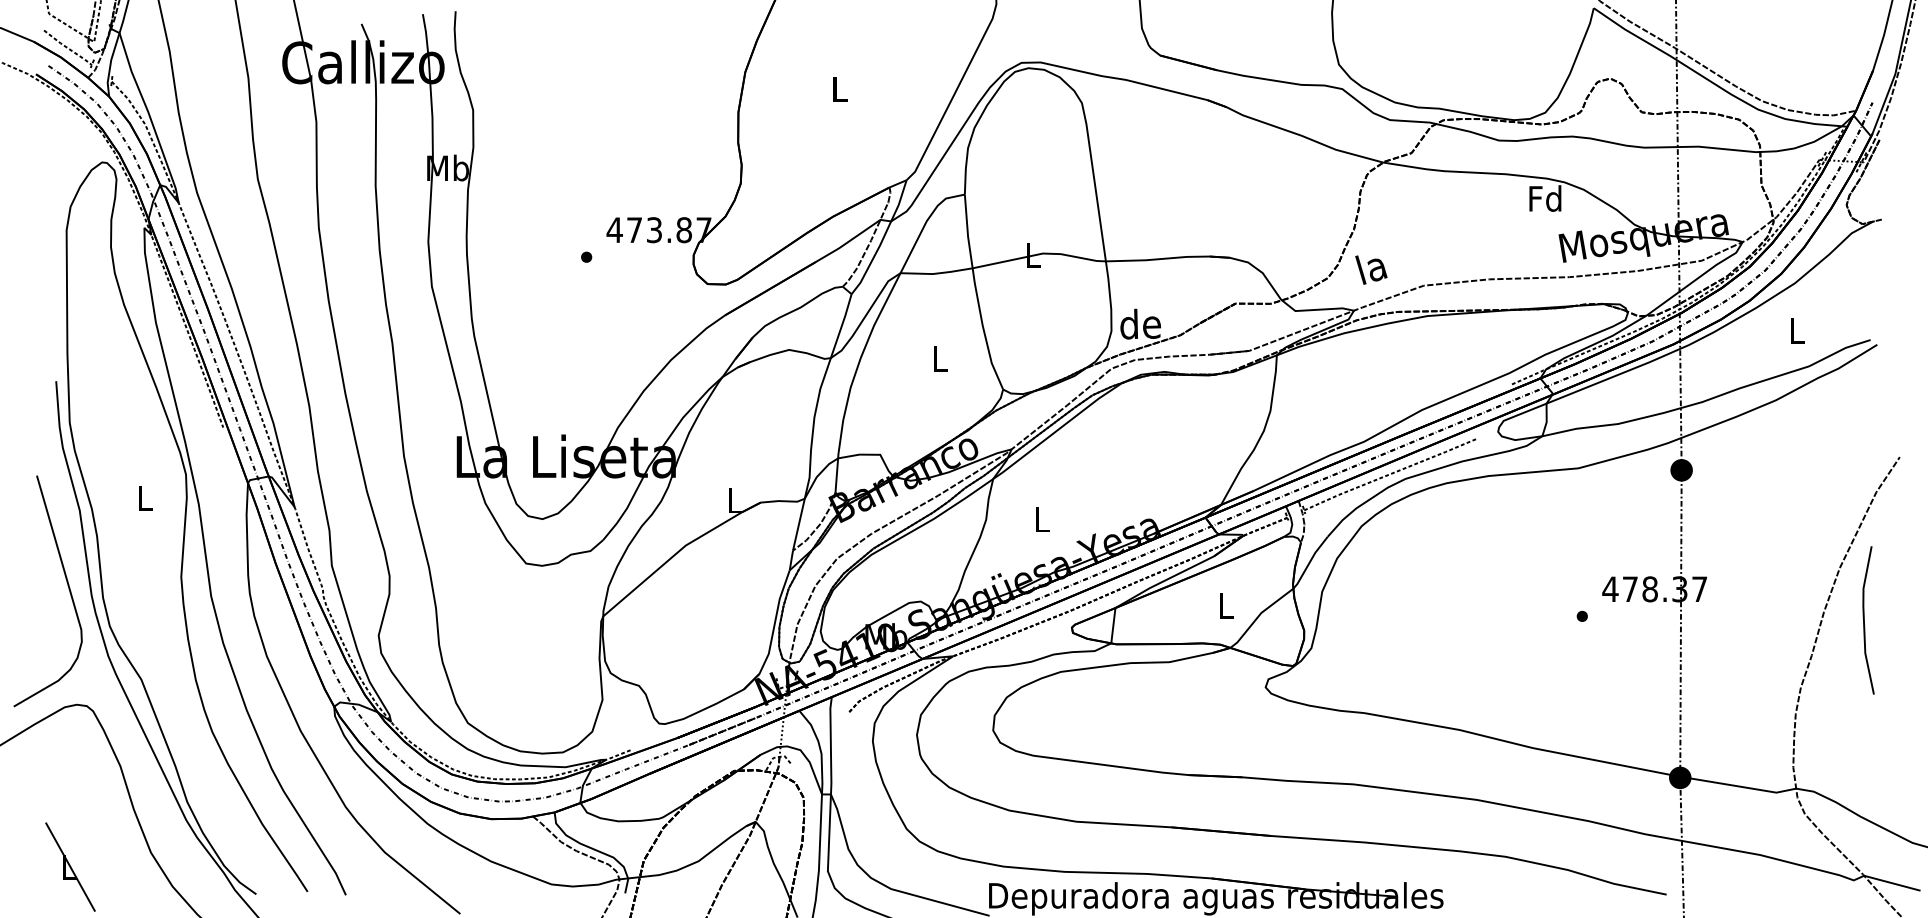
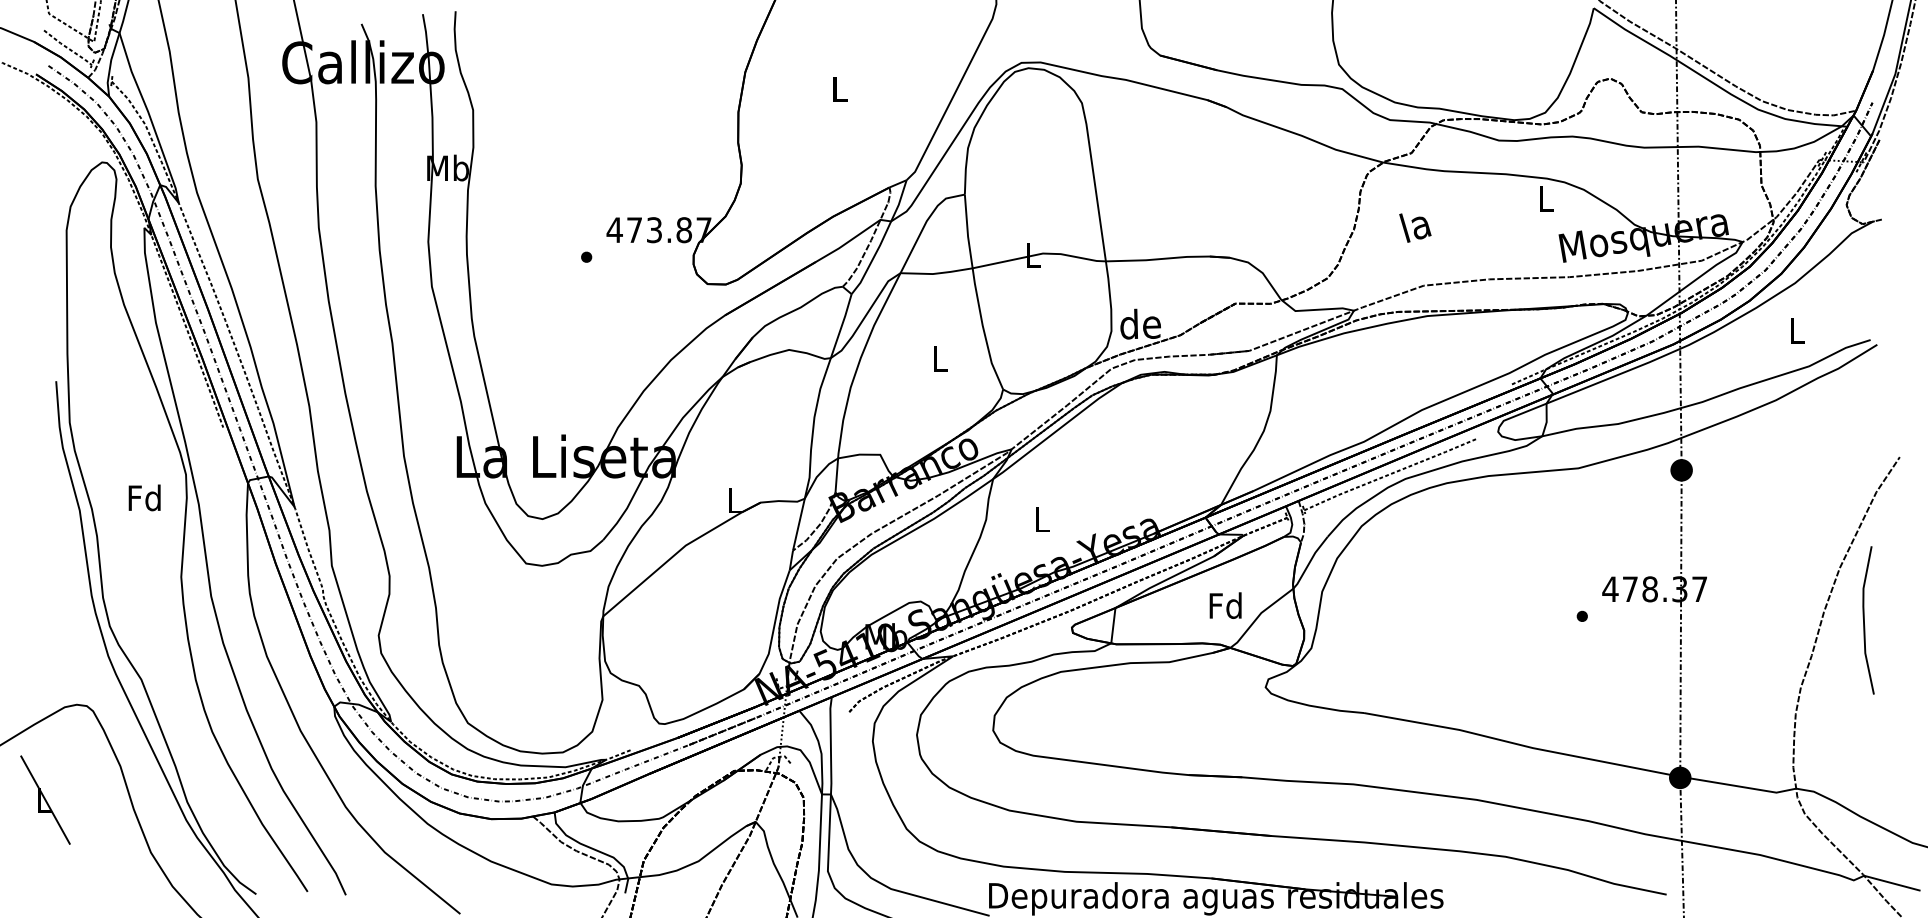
text at (1545, 198): Fd -> L
text at (1371, 269) position: (1371, 269) -> (1415, 227)
text at (144, 497): L -> Fd
curve at (67, 586): present -> none
text at (1225, 605): L -> Fd
part at (70, 866) position: (70, 866) -> (45, 799)
